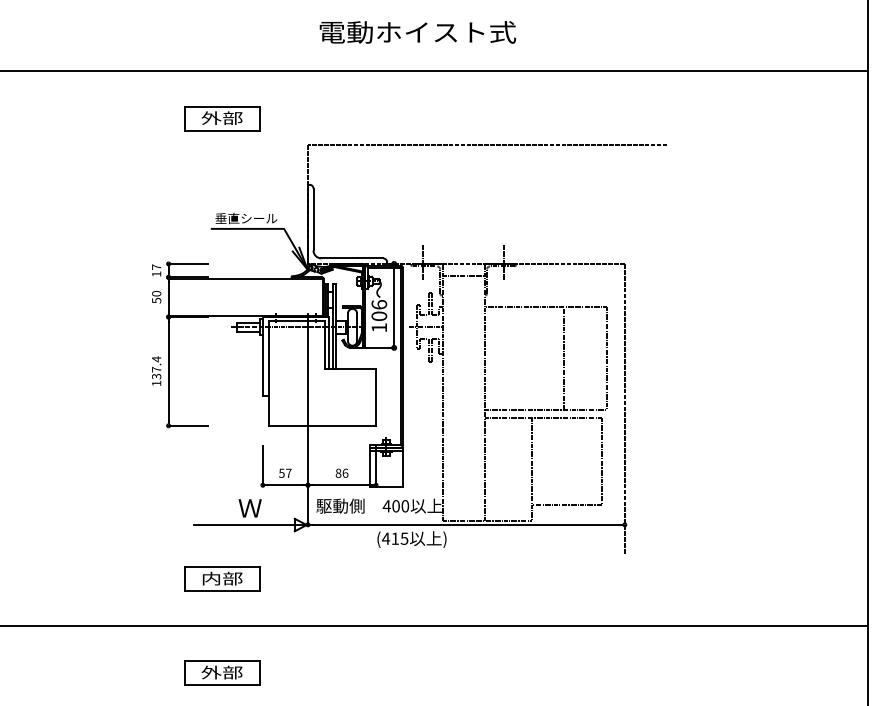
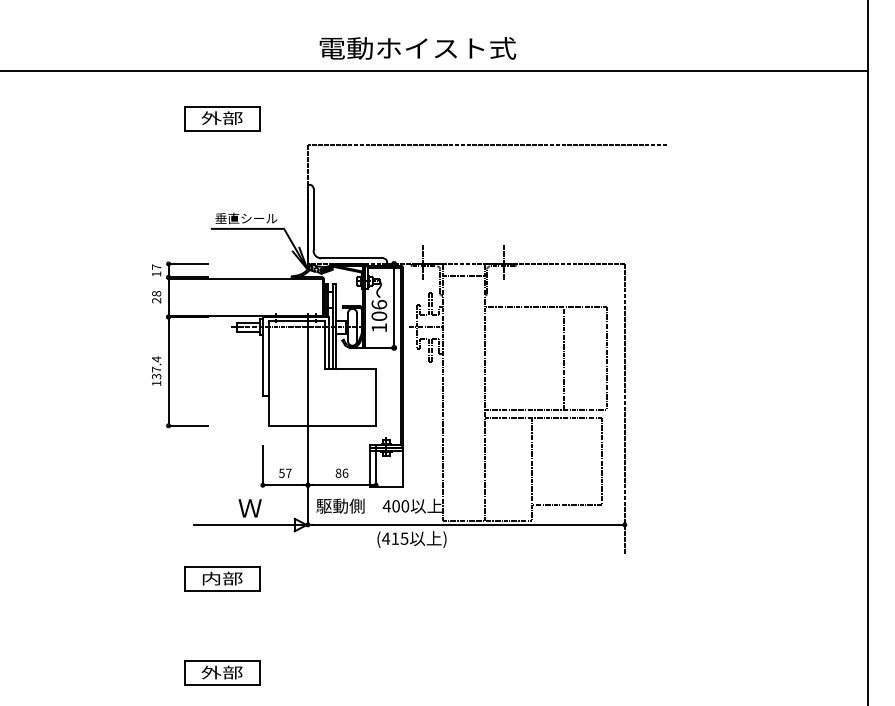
text at (417, 32) position: (417, 32) -> (417, 48)
text at (156, 297): 50 -> 28
line at (435, 625): present -> none
